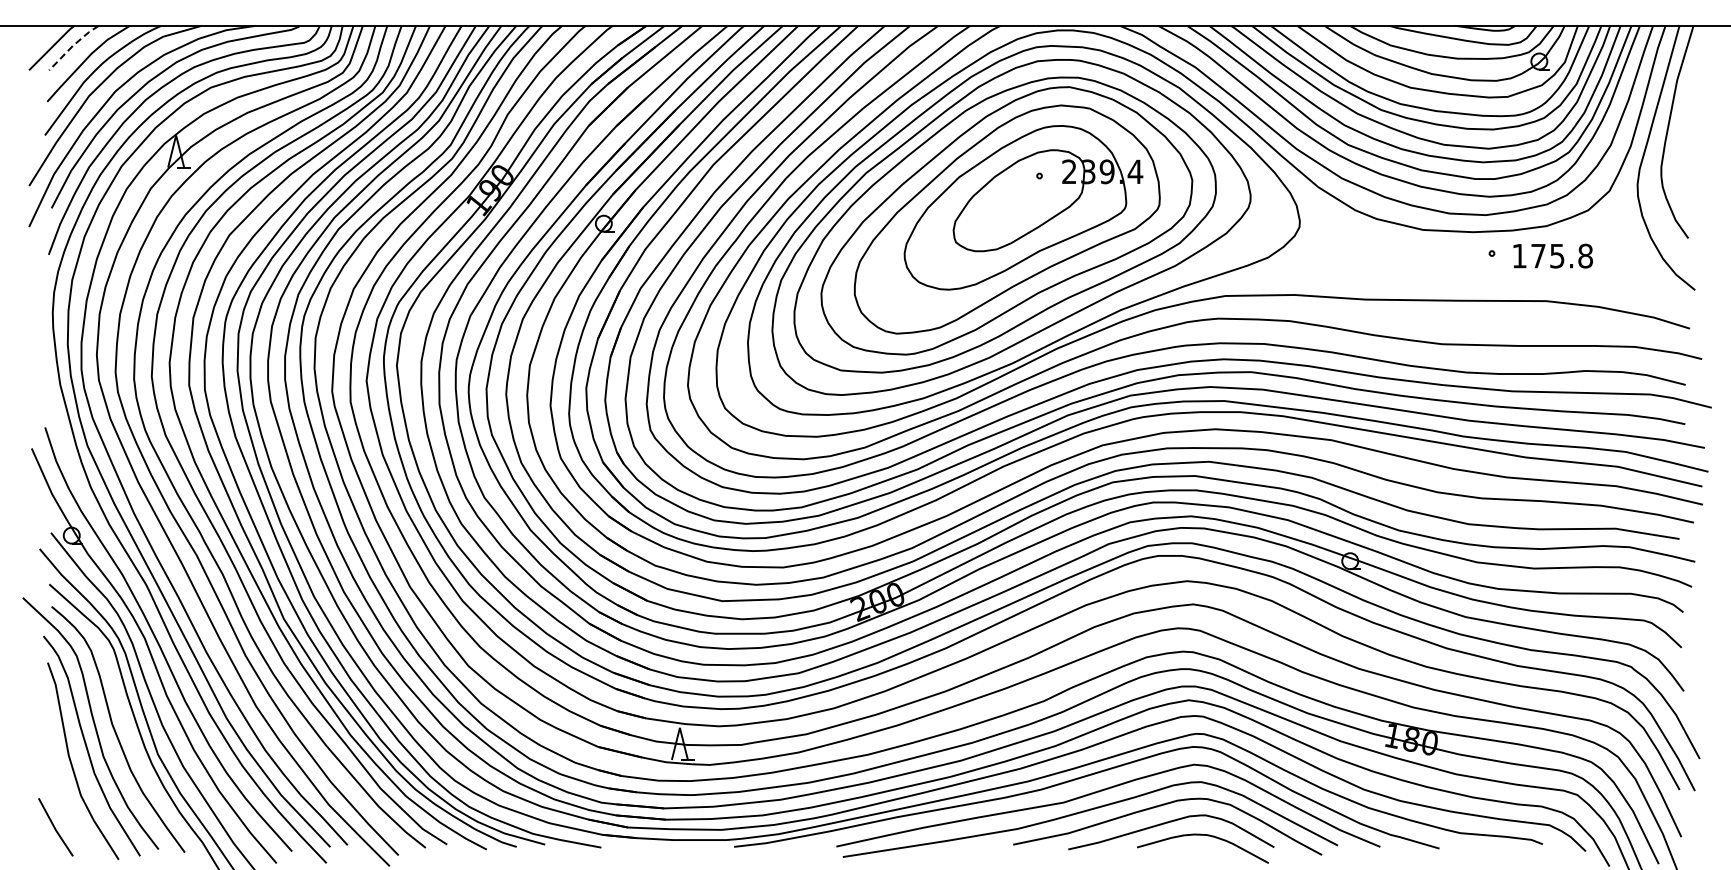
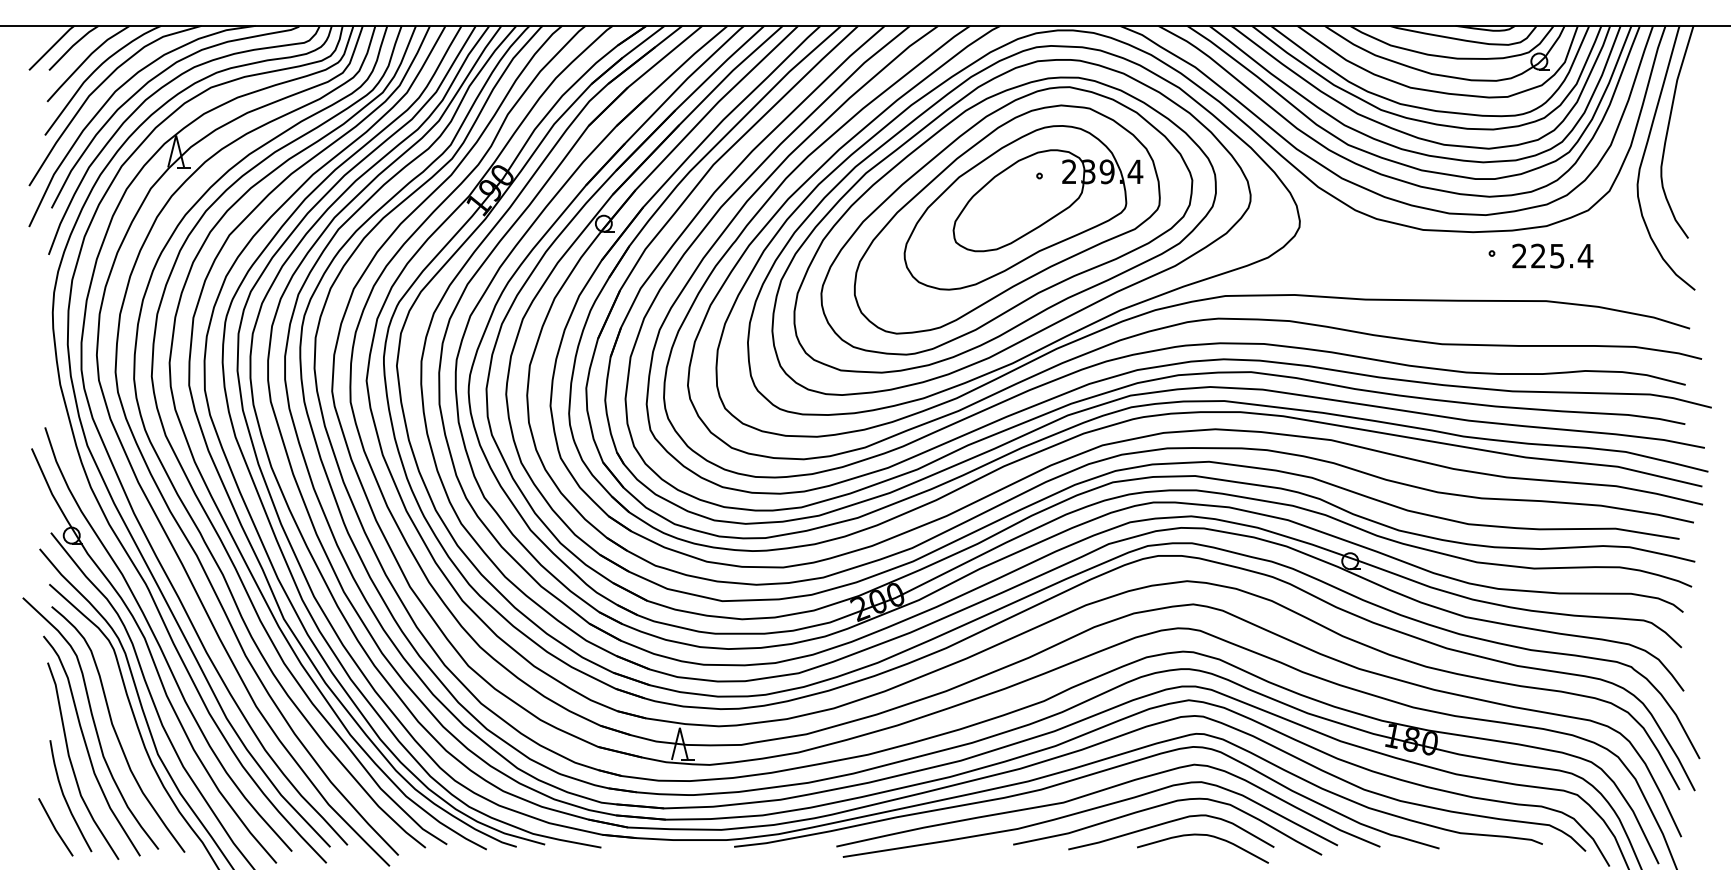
line at (72, 45): dashed -> solid
text at (1552, 255): 175.8 -> 225.4
curve at (66, 799): none -> present
